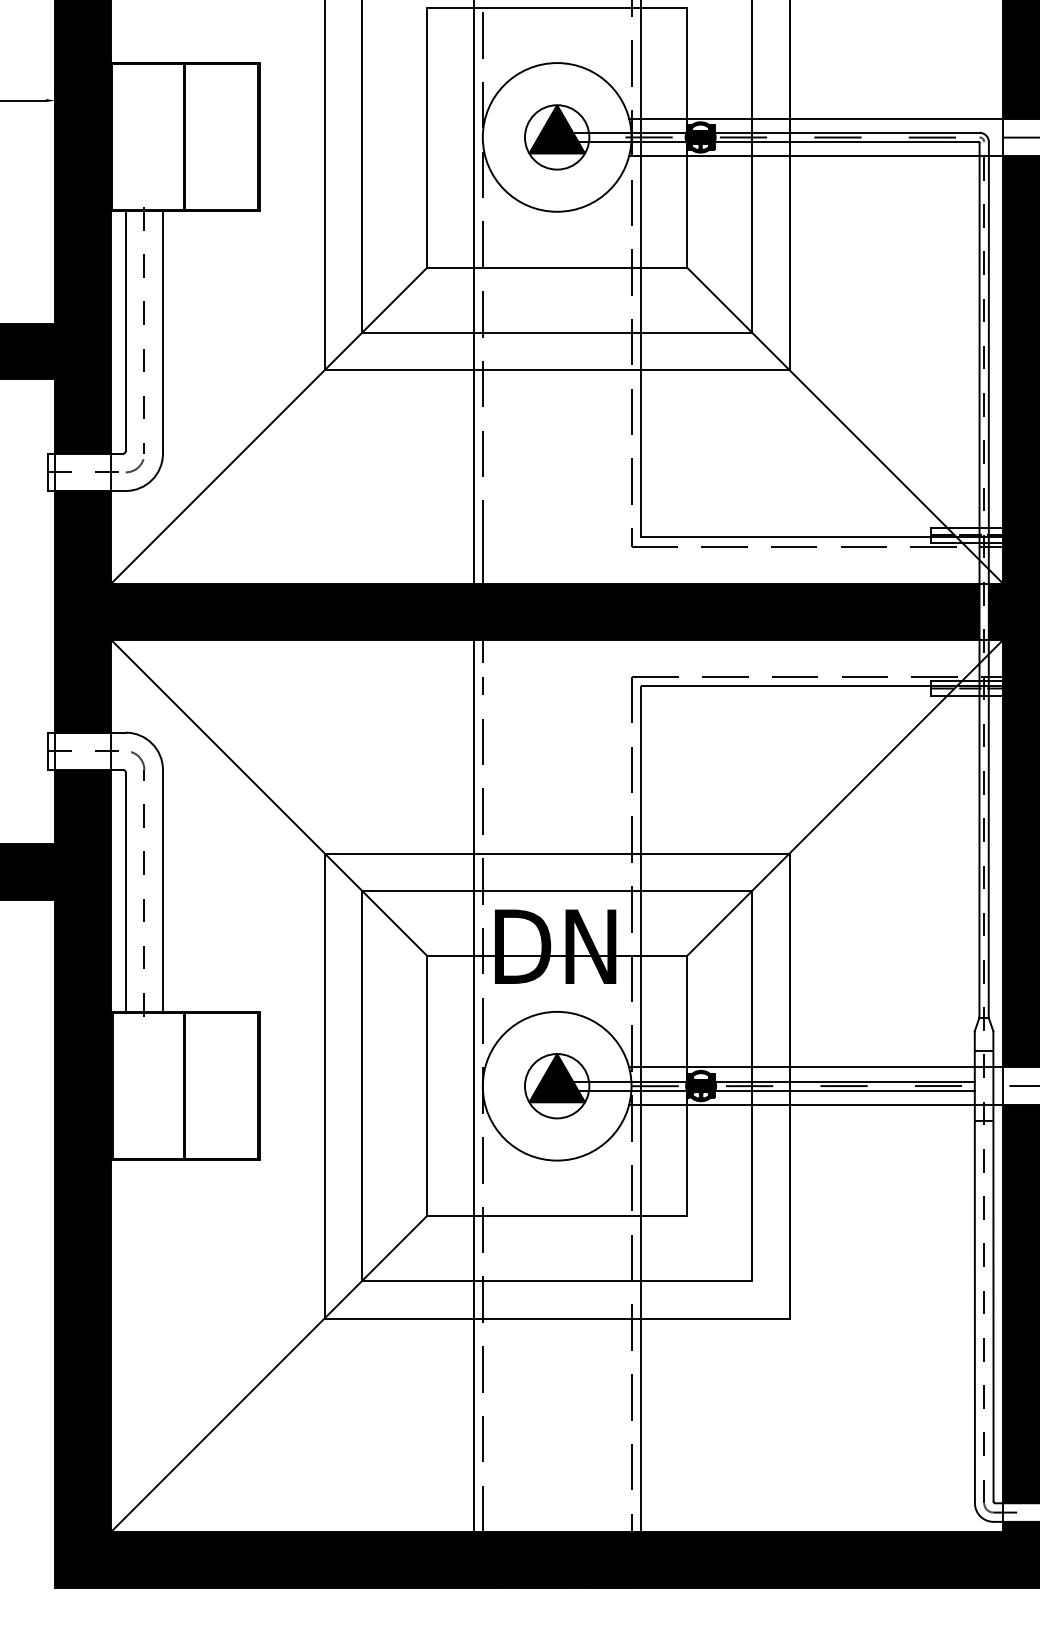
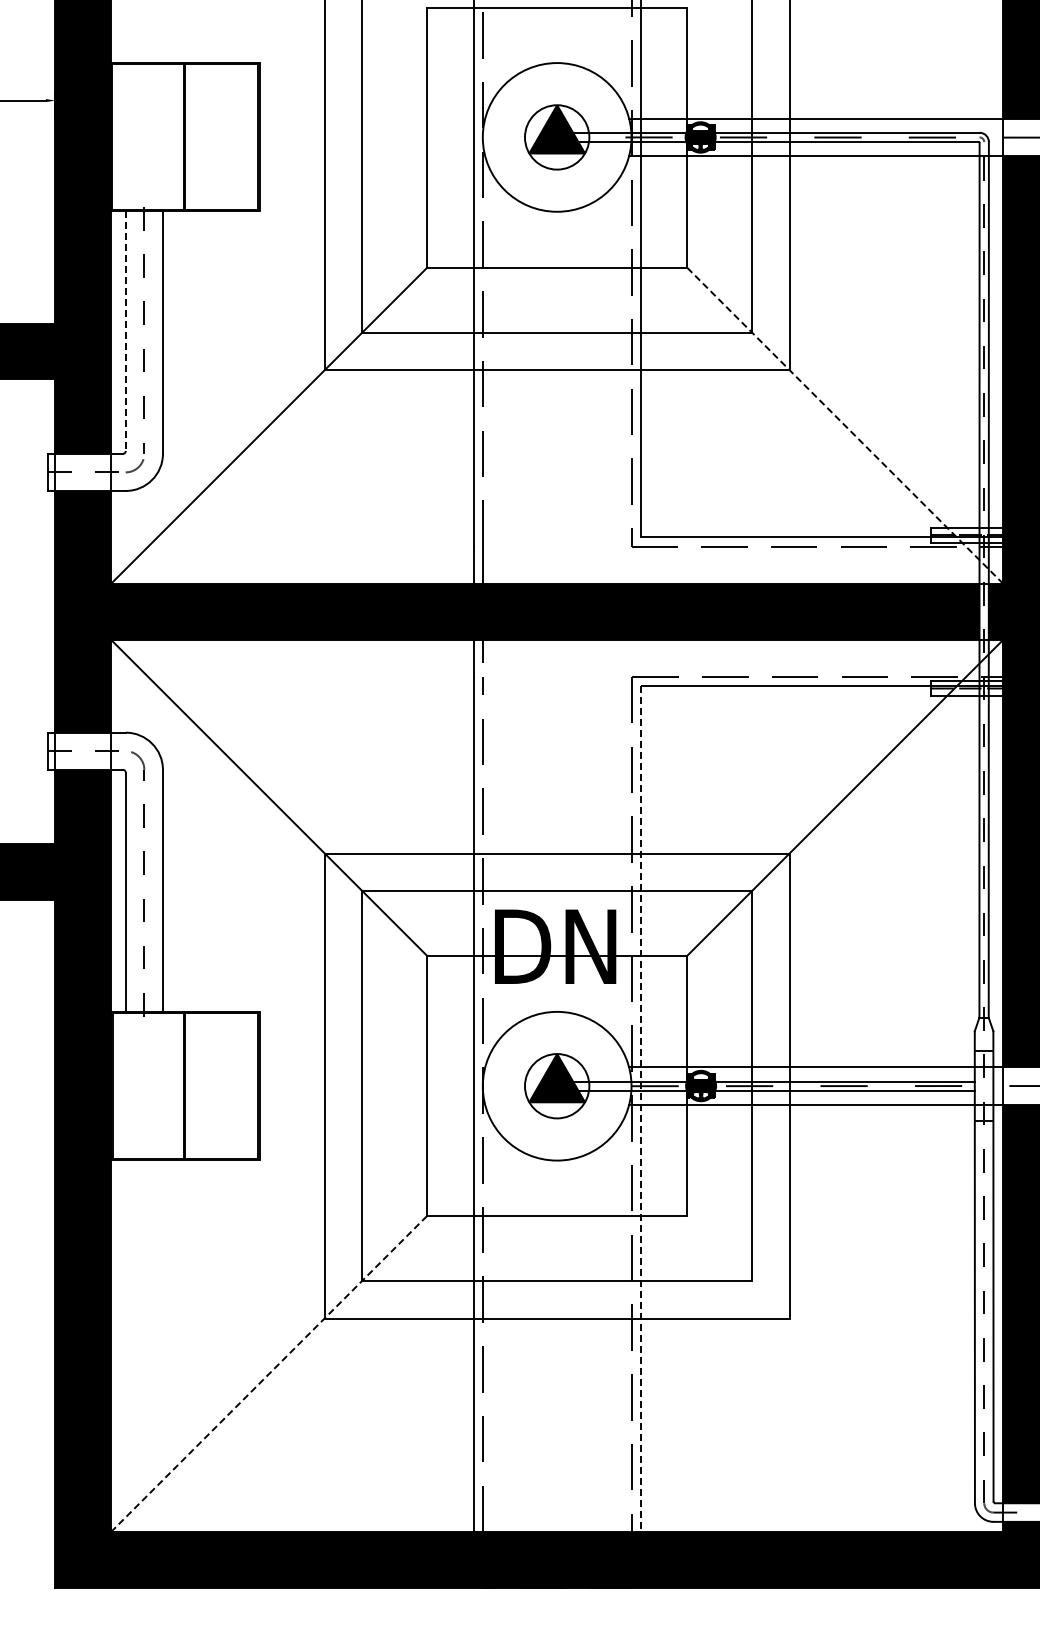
line at (125, 331): solid -> dashed
line at (845, 426): solid -> dashed
line at (640, 1120): solid -> dashed
line at (269, 1373): solid -> dashed
